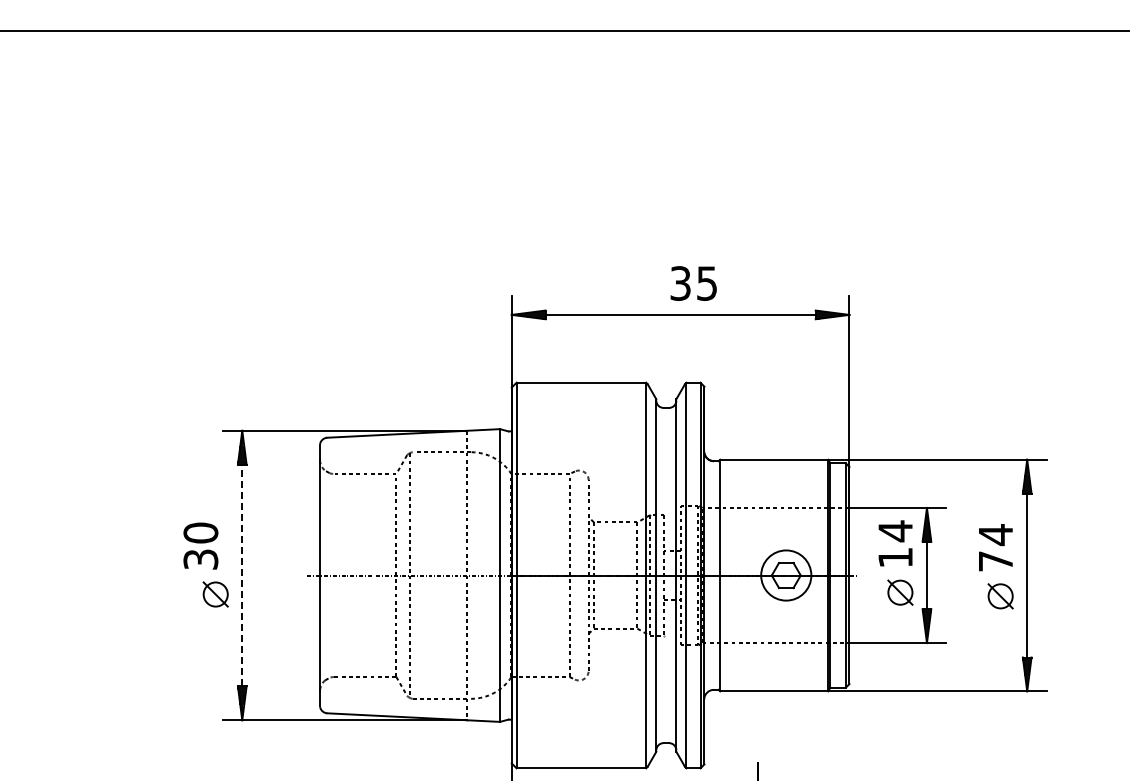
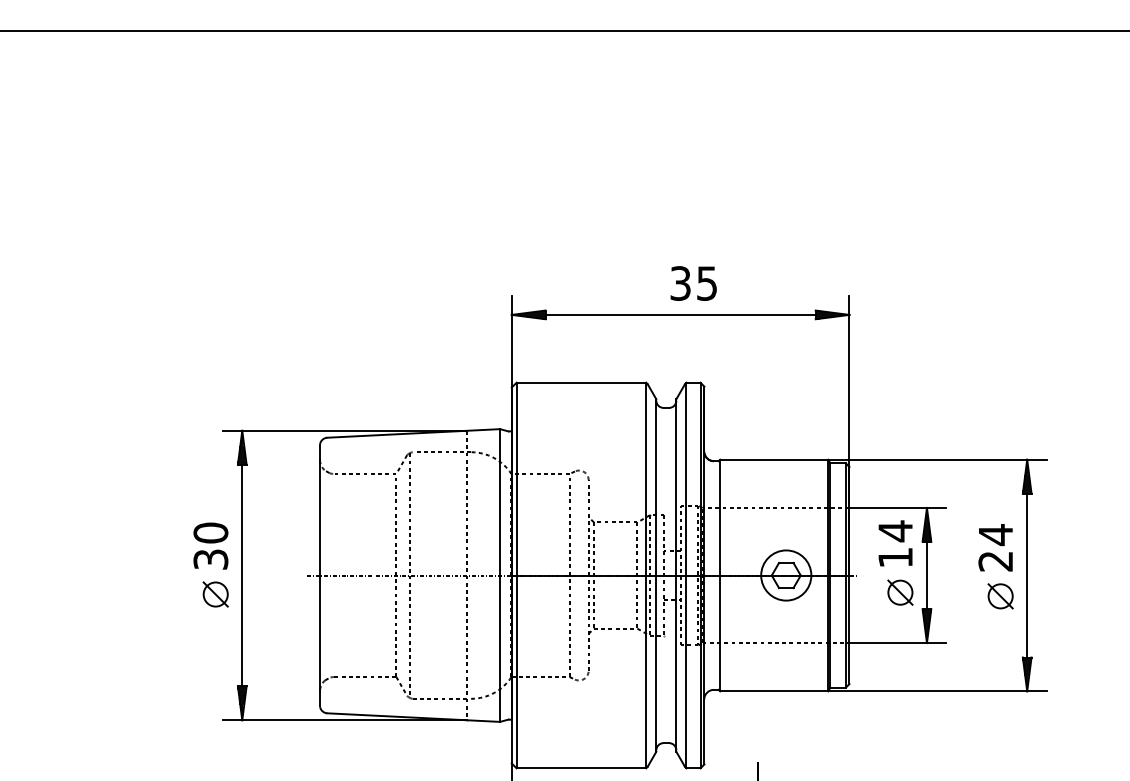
text at (200, 545) position: (200, 545) -> (210, 545)
text at (995, 561): 74 -> 24
line at (242, 575): dashed -> solid
